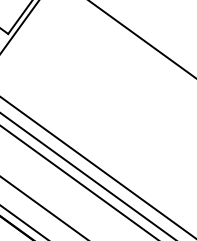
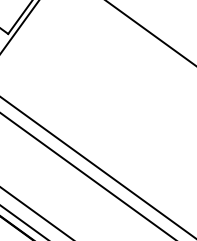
line at (141, 39) position: (141, 39) -> (150, 33)
line at (78, 182): present -> none
line at (43, 207) position: (43, 207) -> (36, 212)
